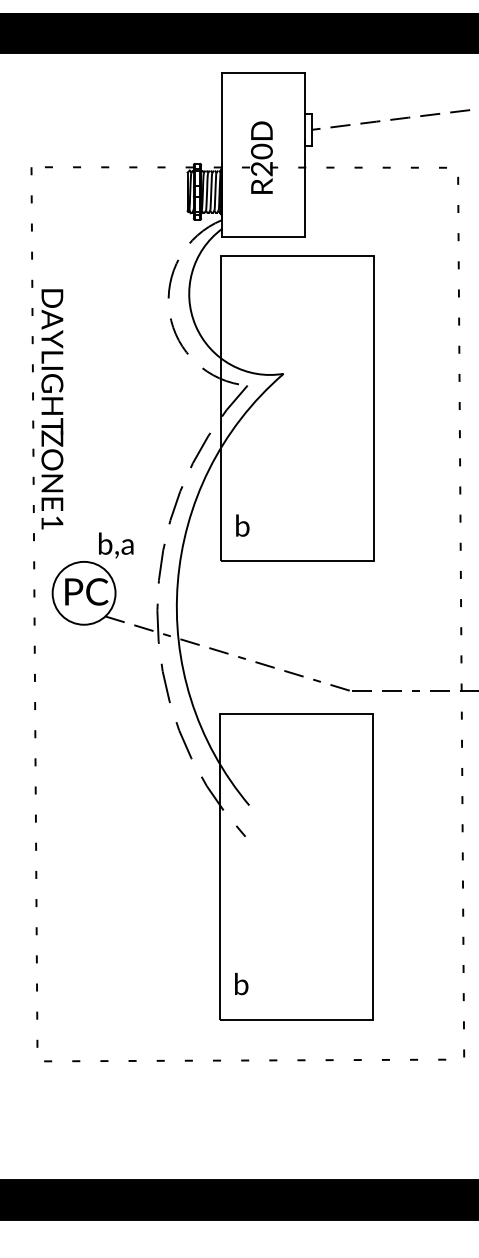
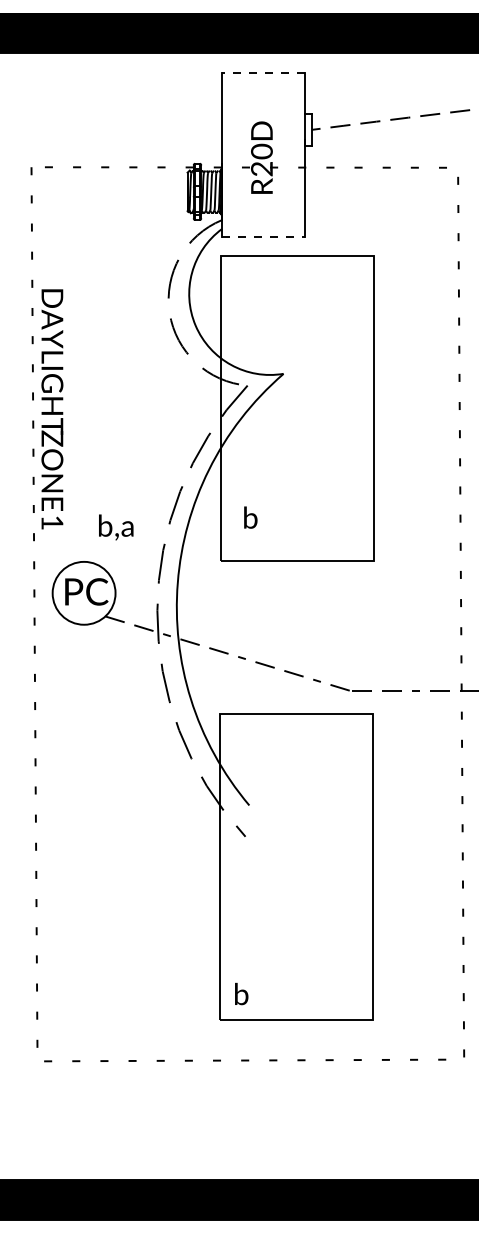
line at (263, 73): solid -> dashed
line at (263, 236): solid -> dashed
text at (242, 525) position: (242, 525) -> (250, 517)
text at (116, 545) position: (116, 545) -> (116, 527)
text at (241, 983) position: (241, 983) -> (241, 993)
